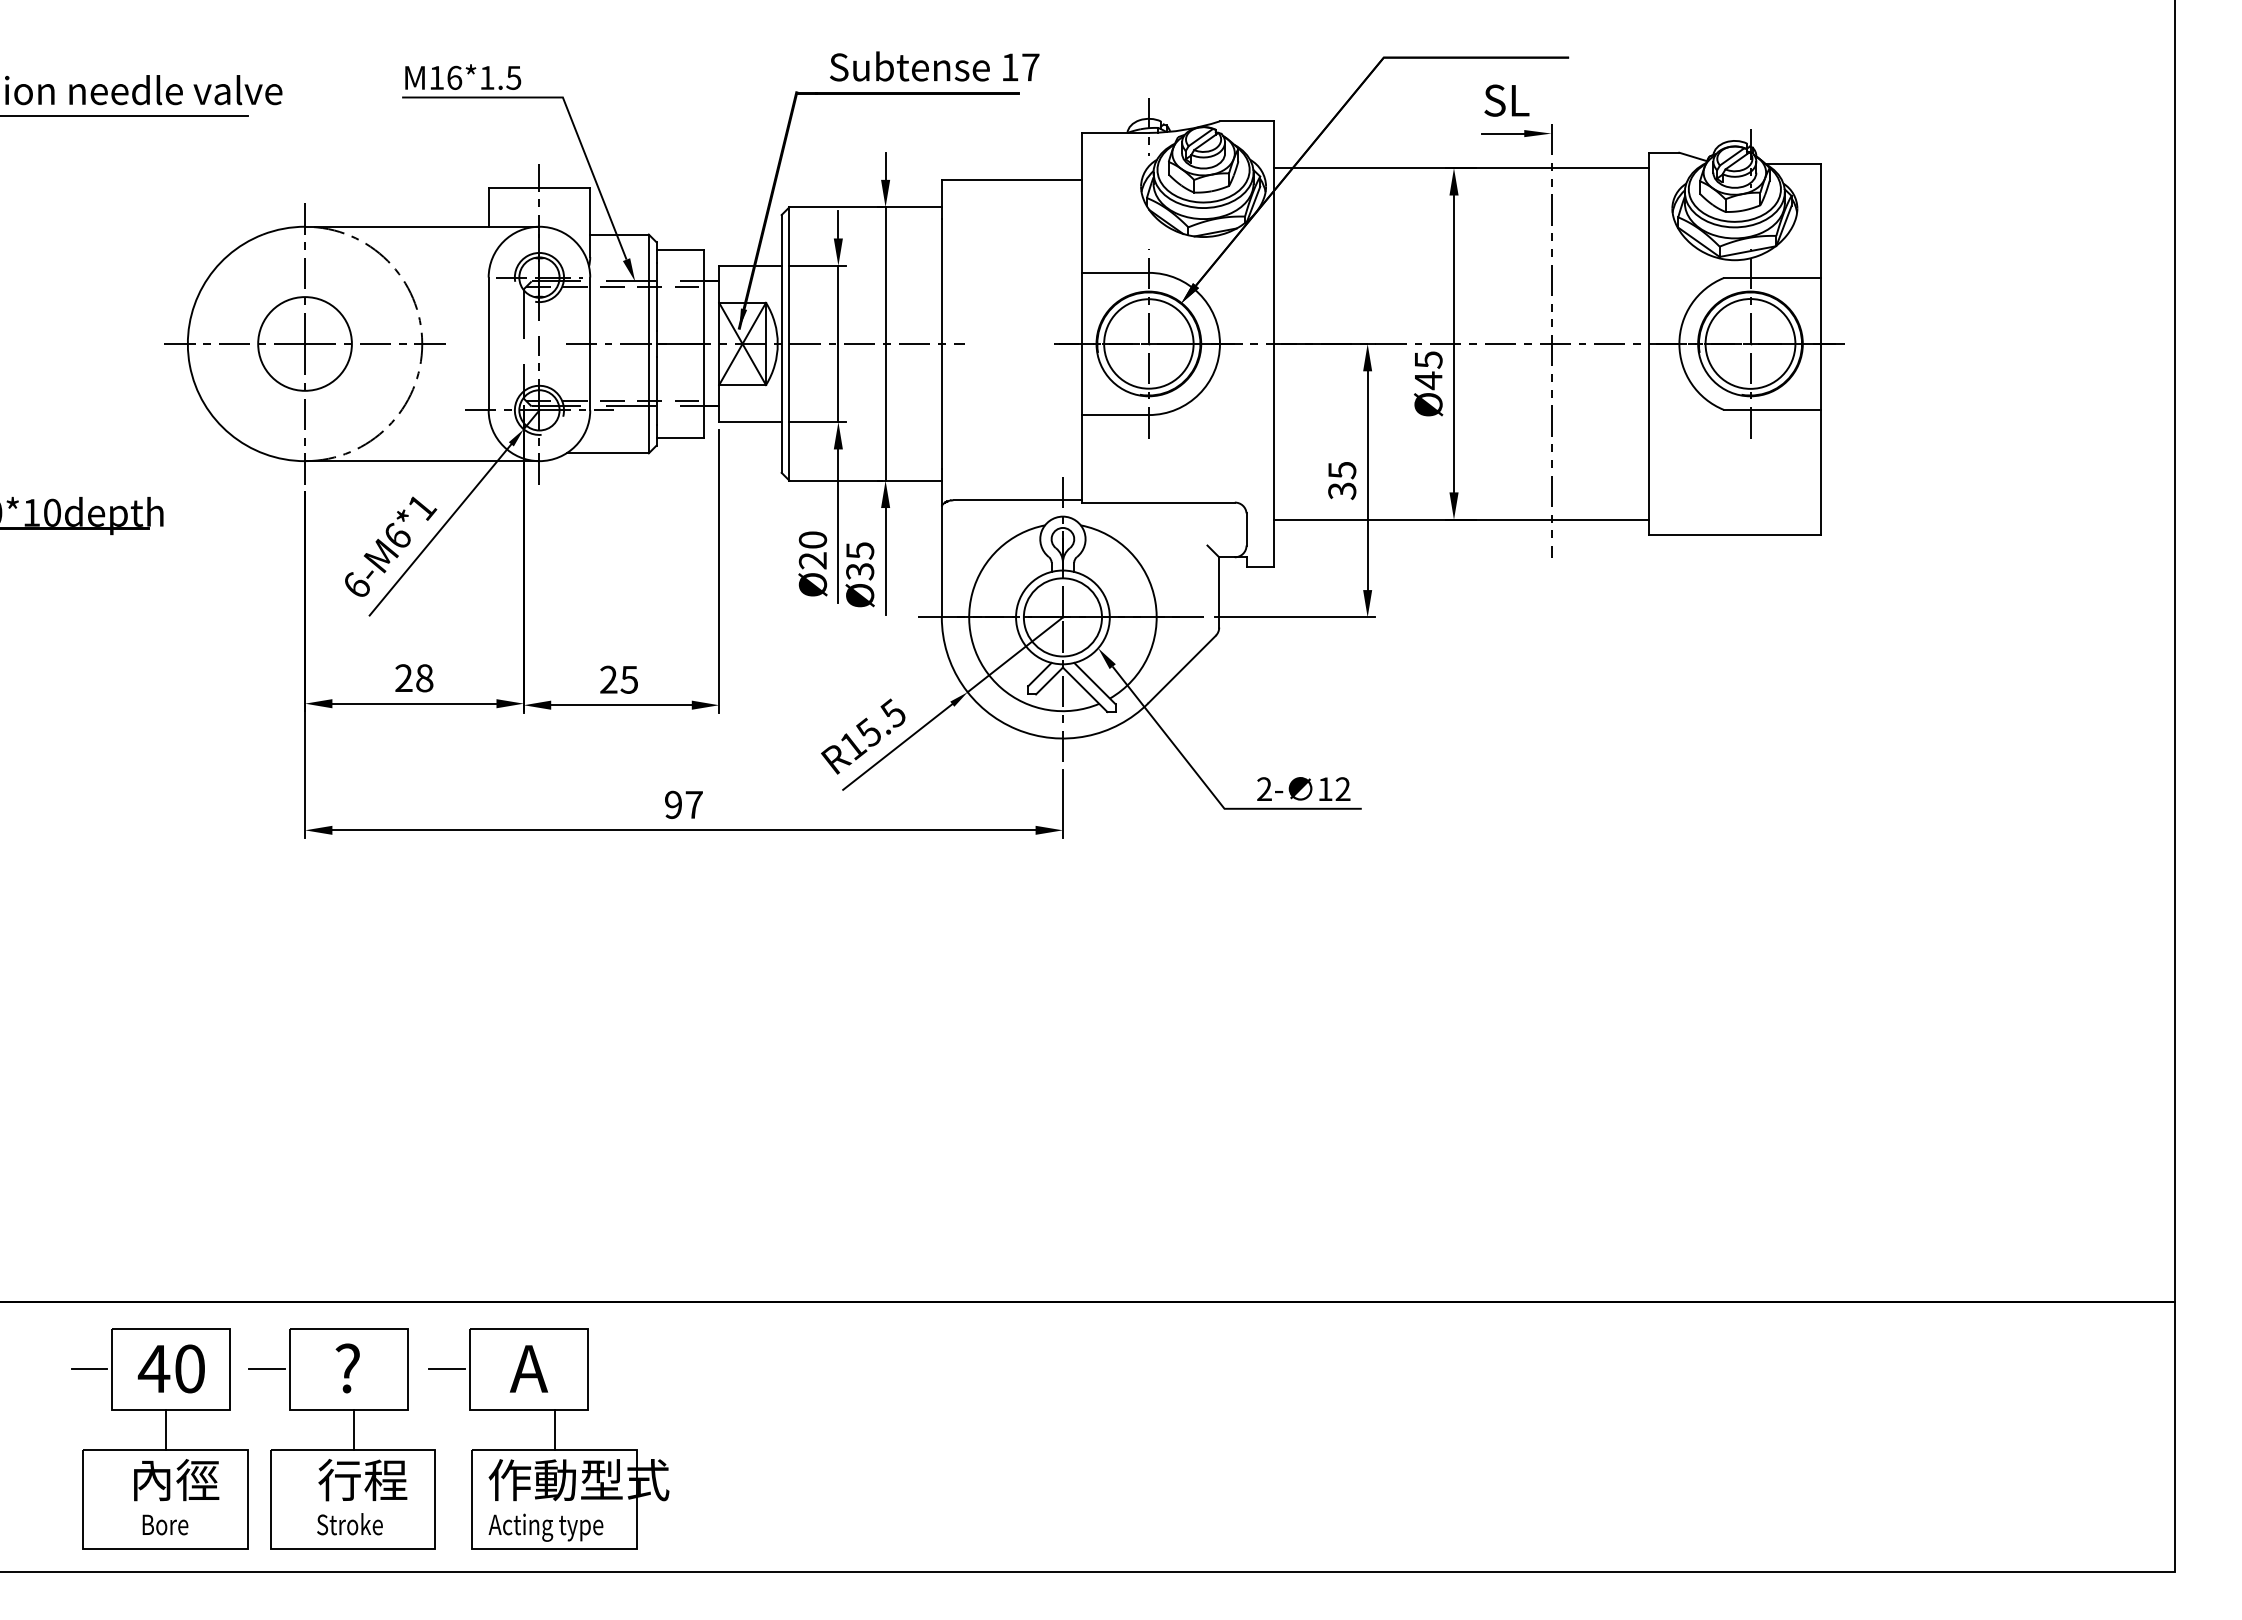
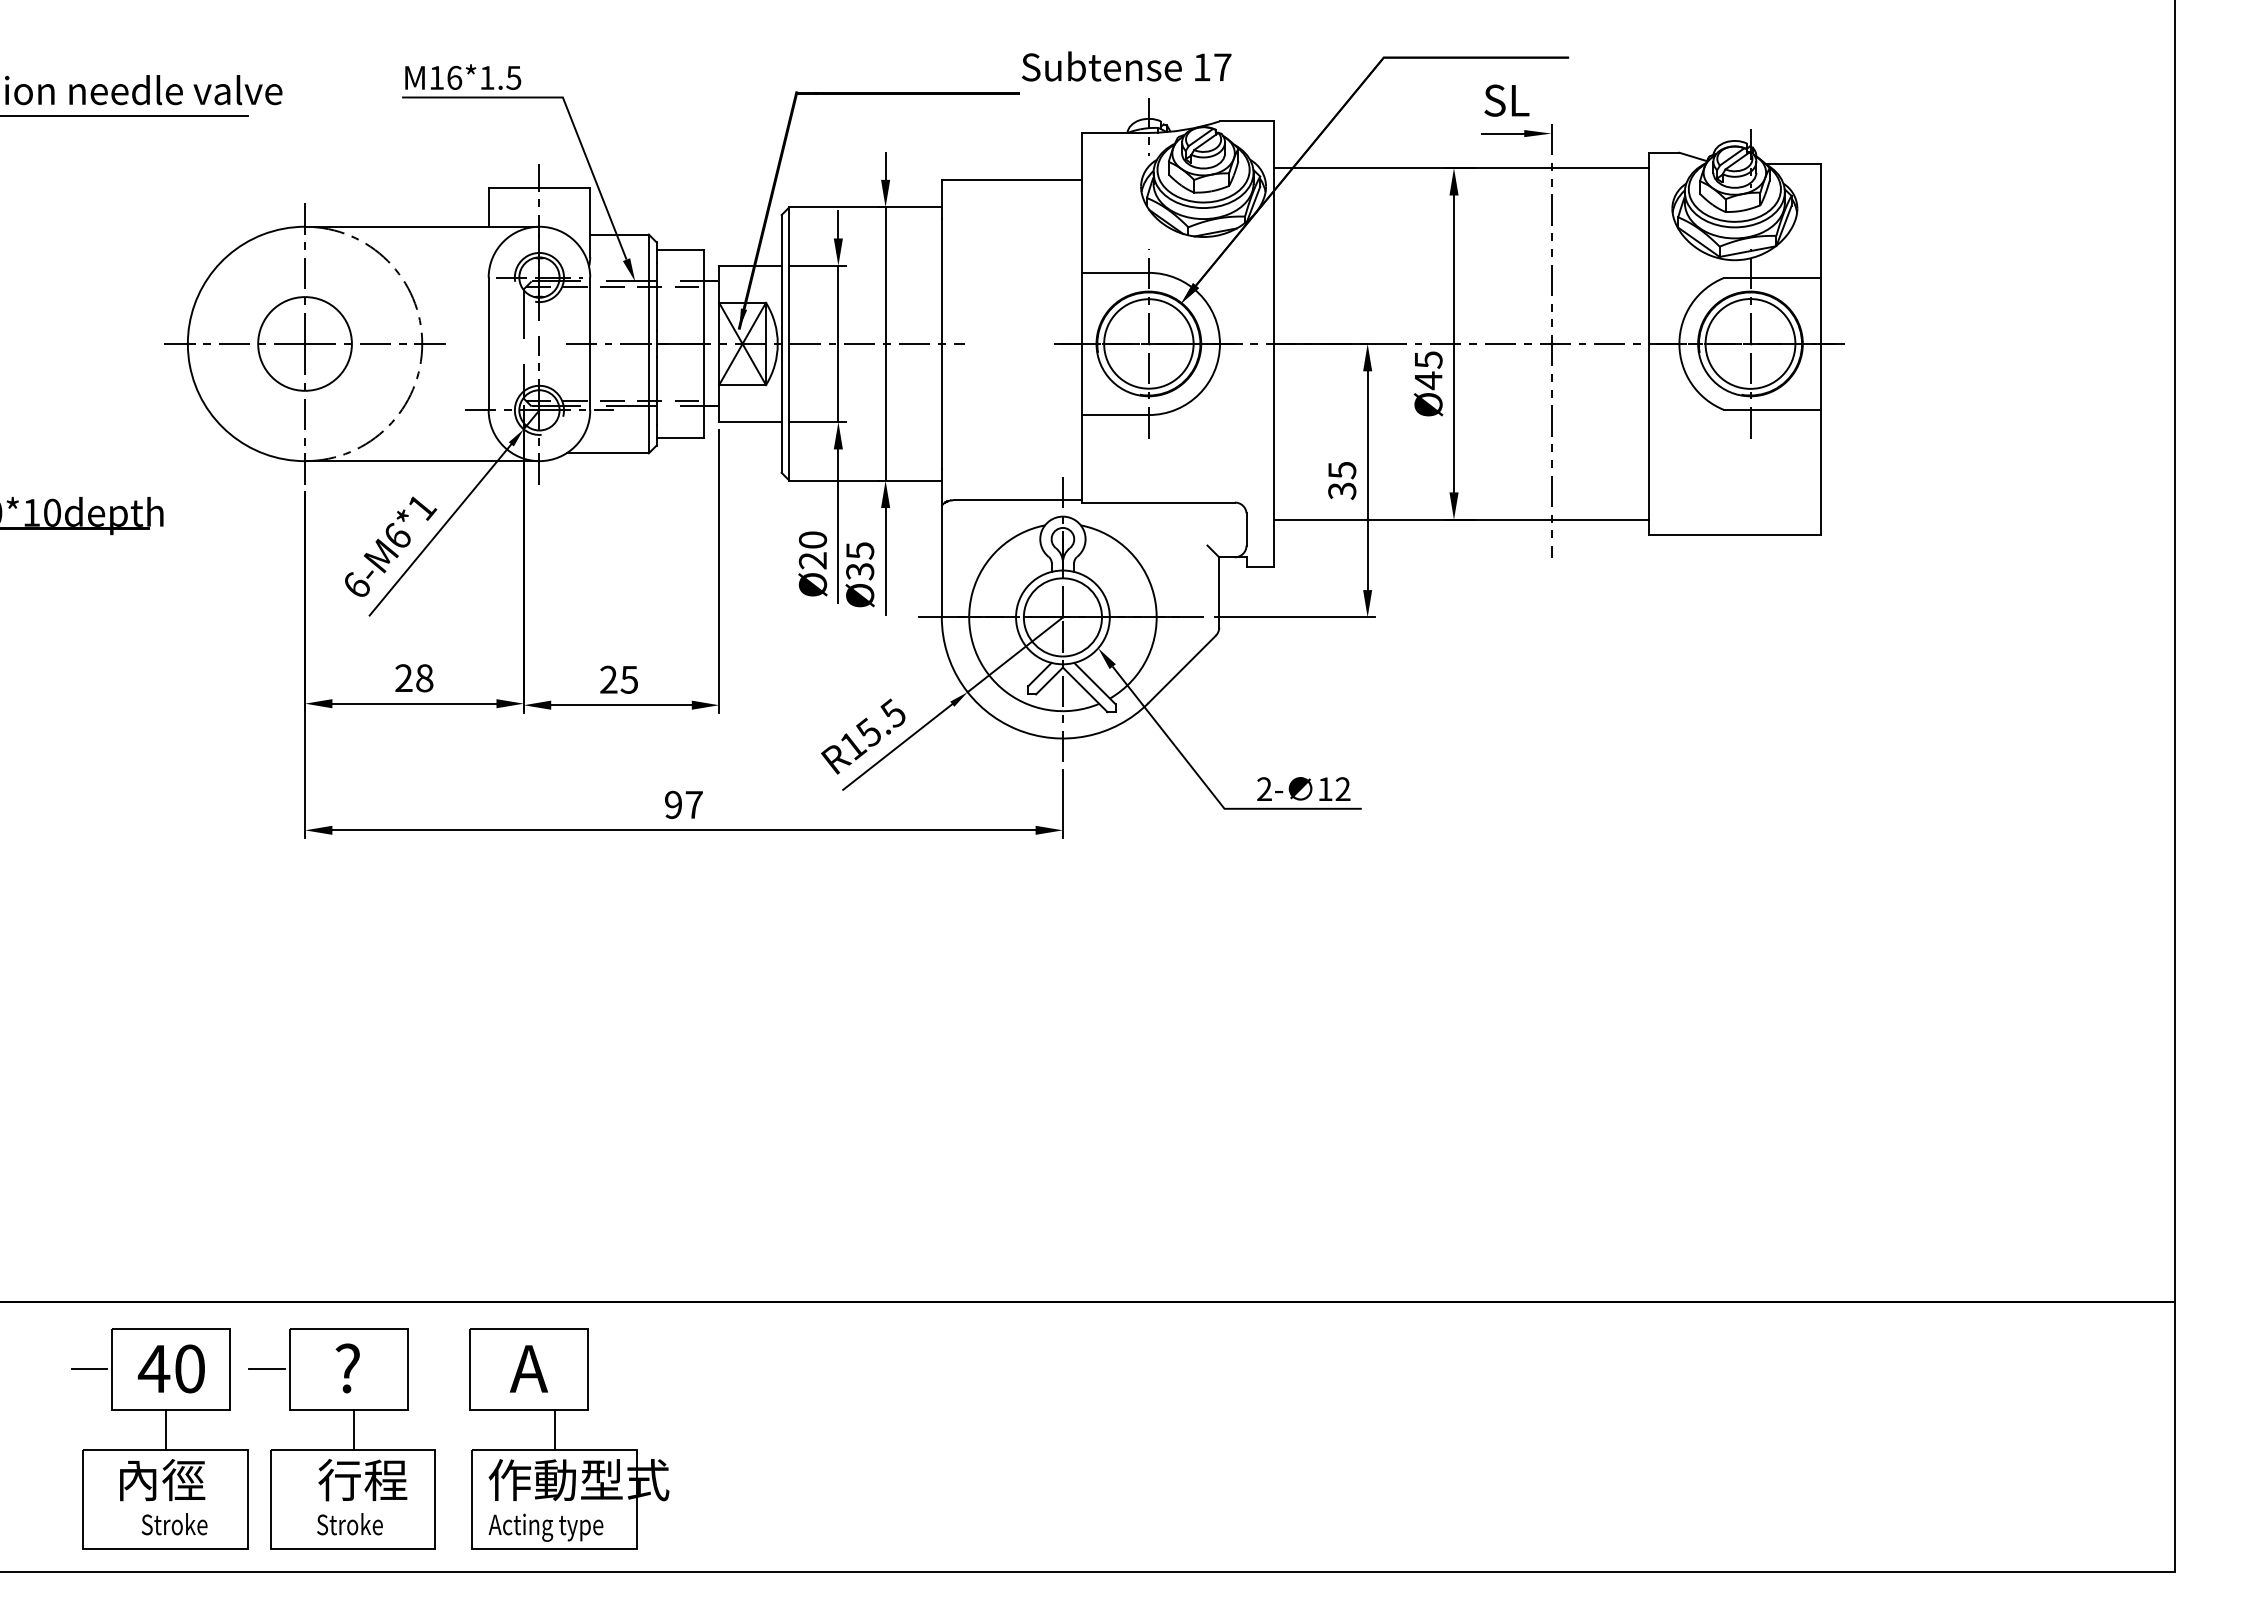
text at (934, 66) position: (934, 66) -> (1126, 66)
line at (447, 1369): present -> none
text at (176, 1480) position: (176, 1480) -> (162, 1480)
text at (174, 1524): Bore -> Stroke
